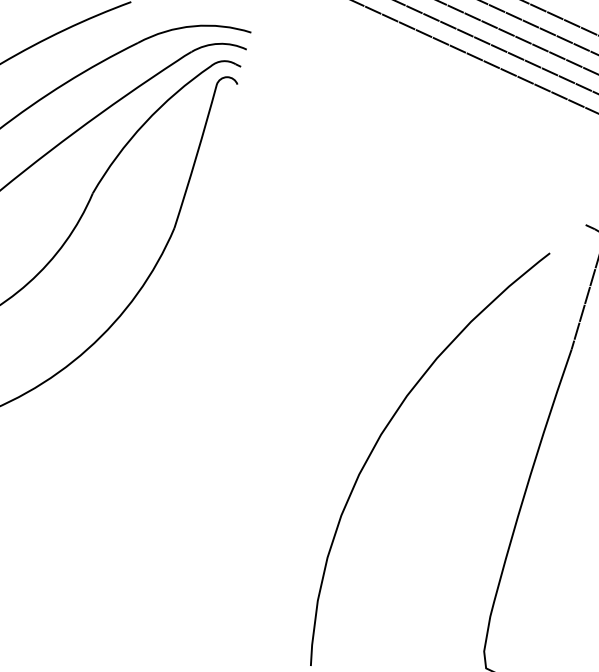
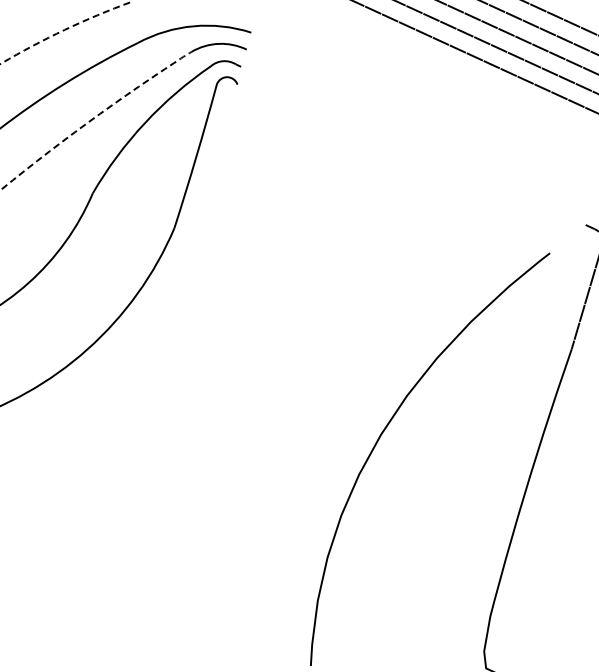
line at (64, 29): solid -> dashed
line at (97, 116): solid -> dashed
